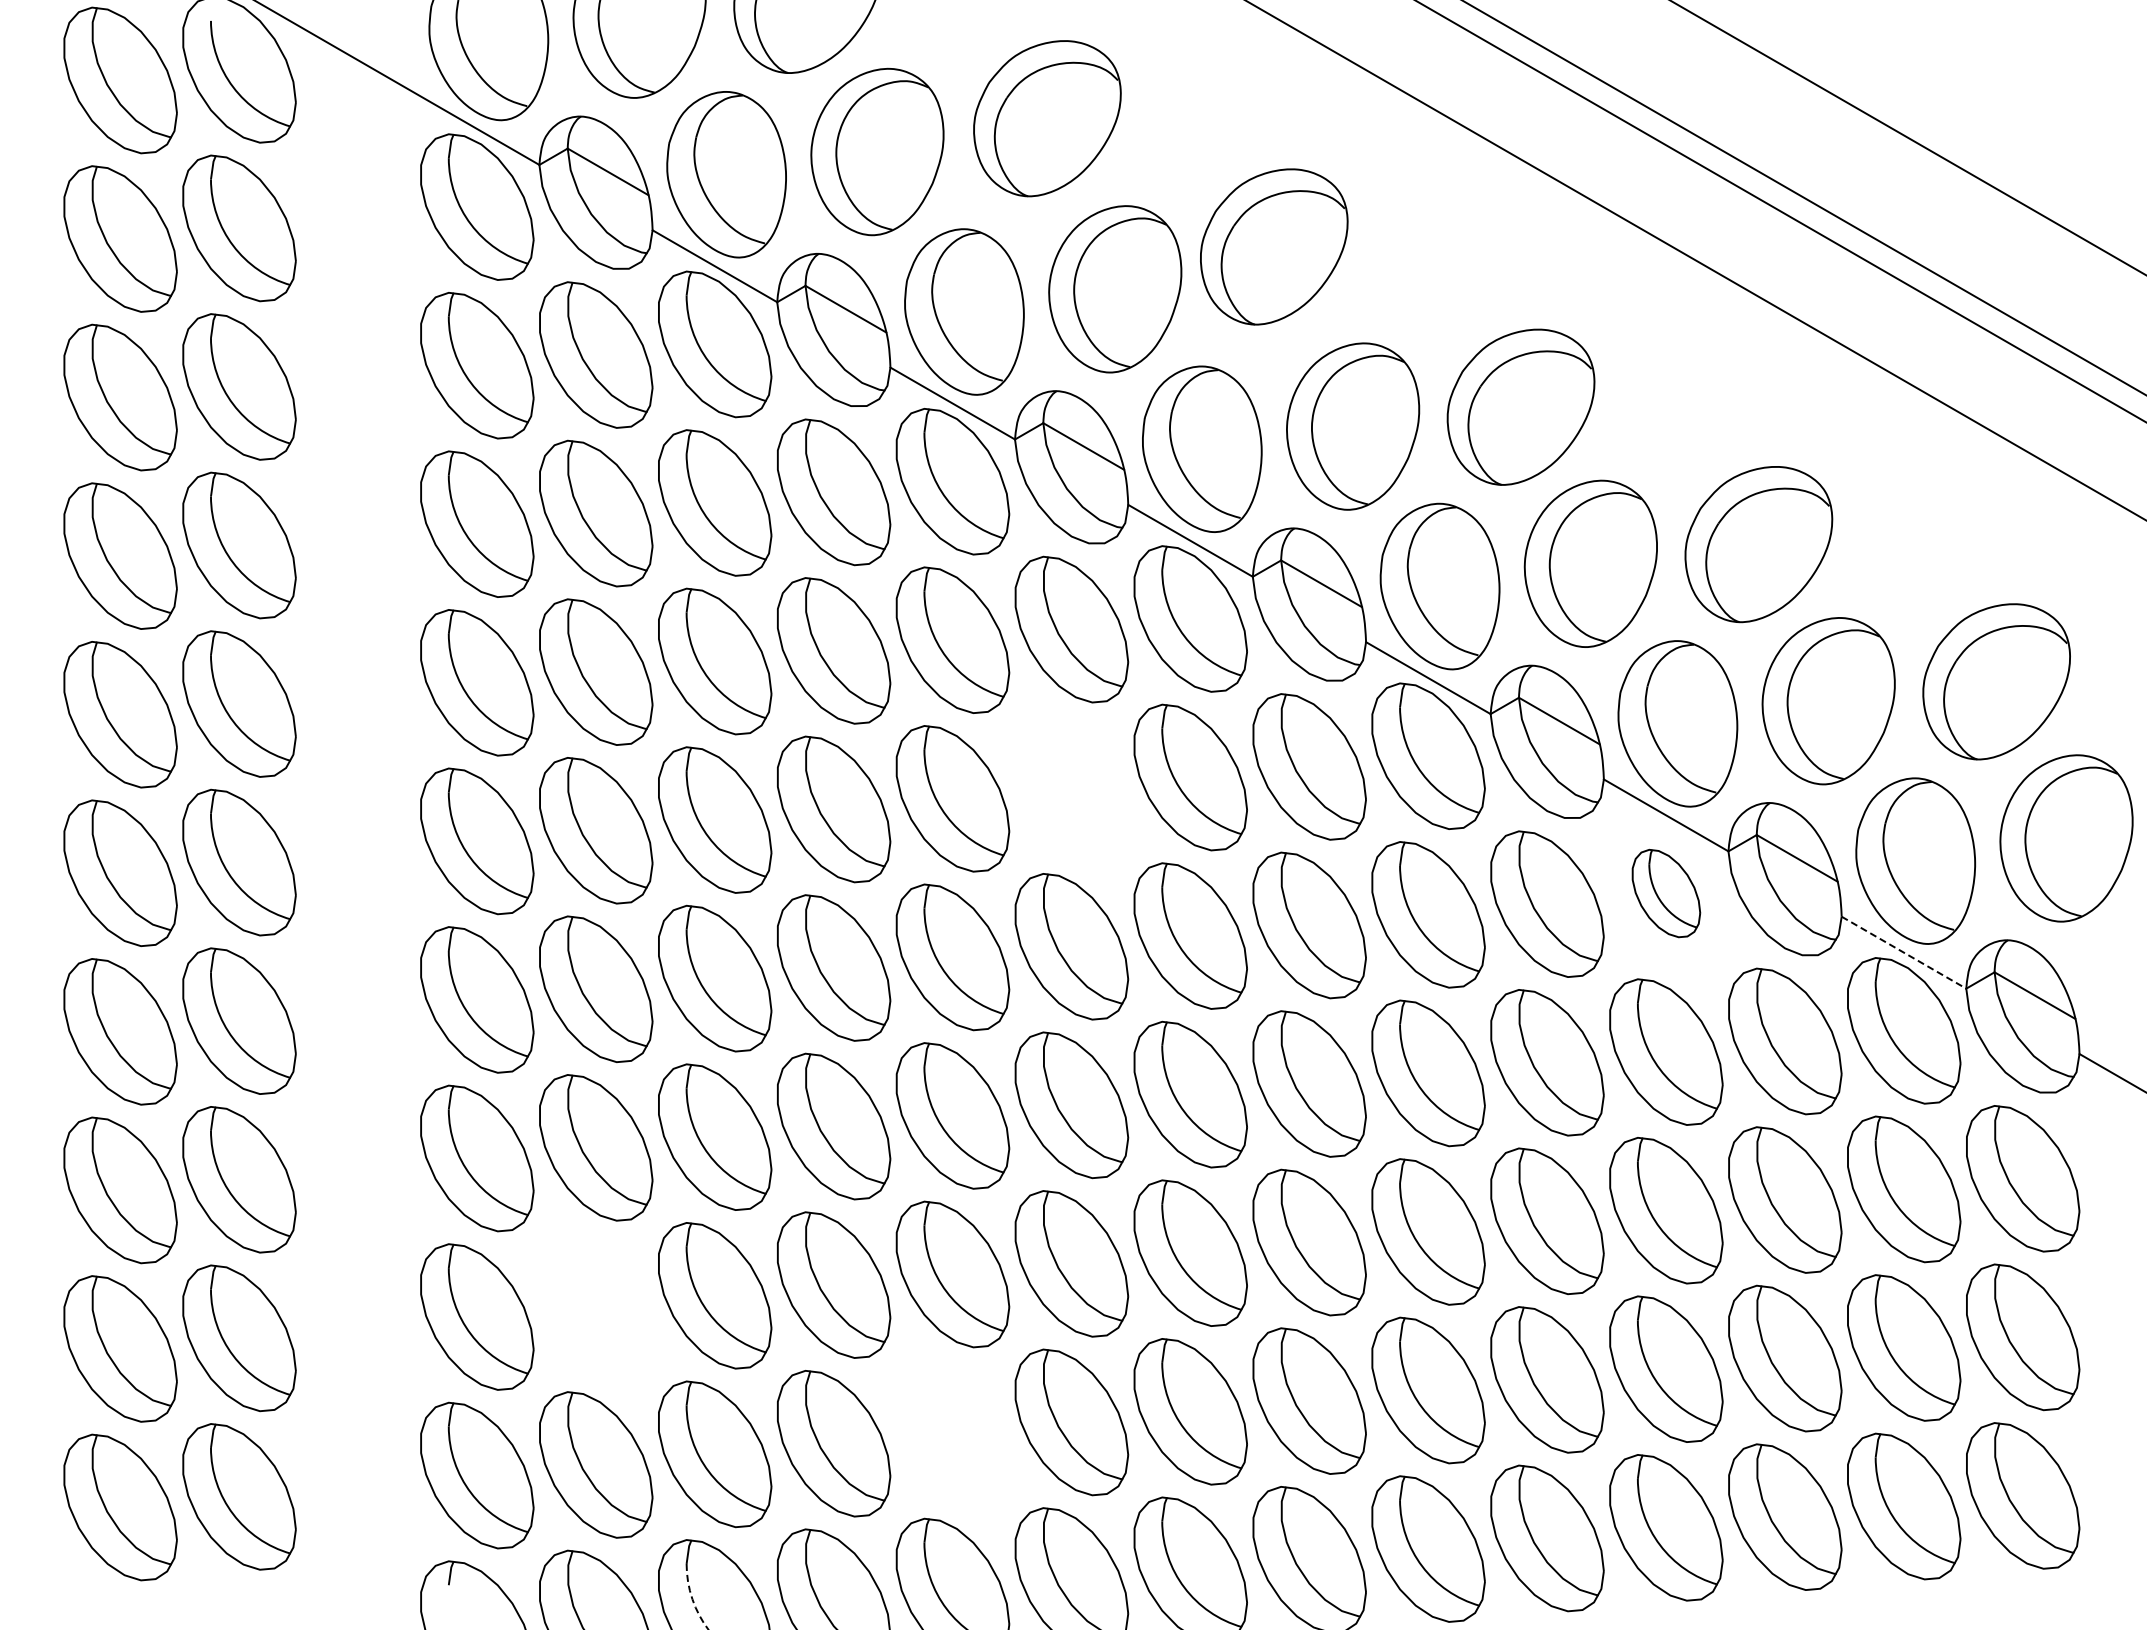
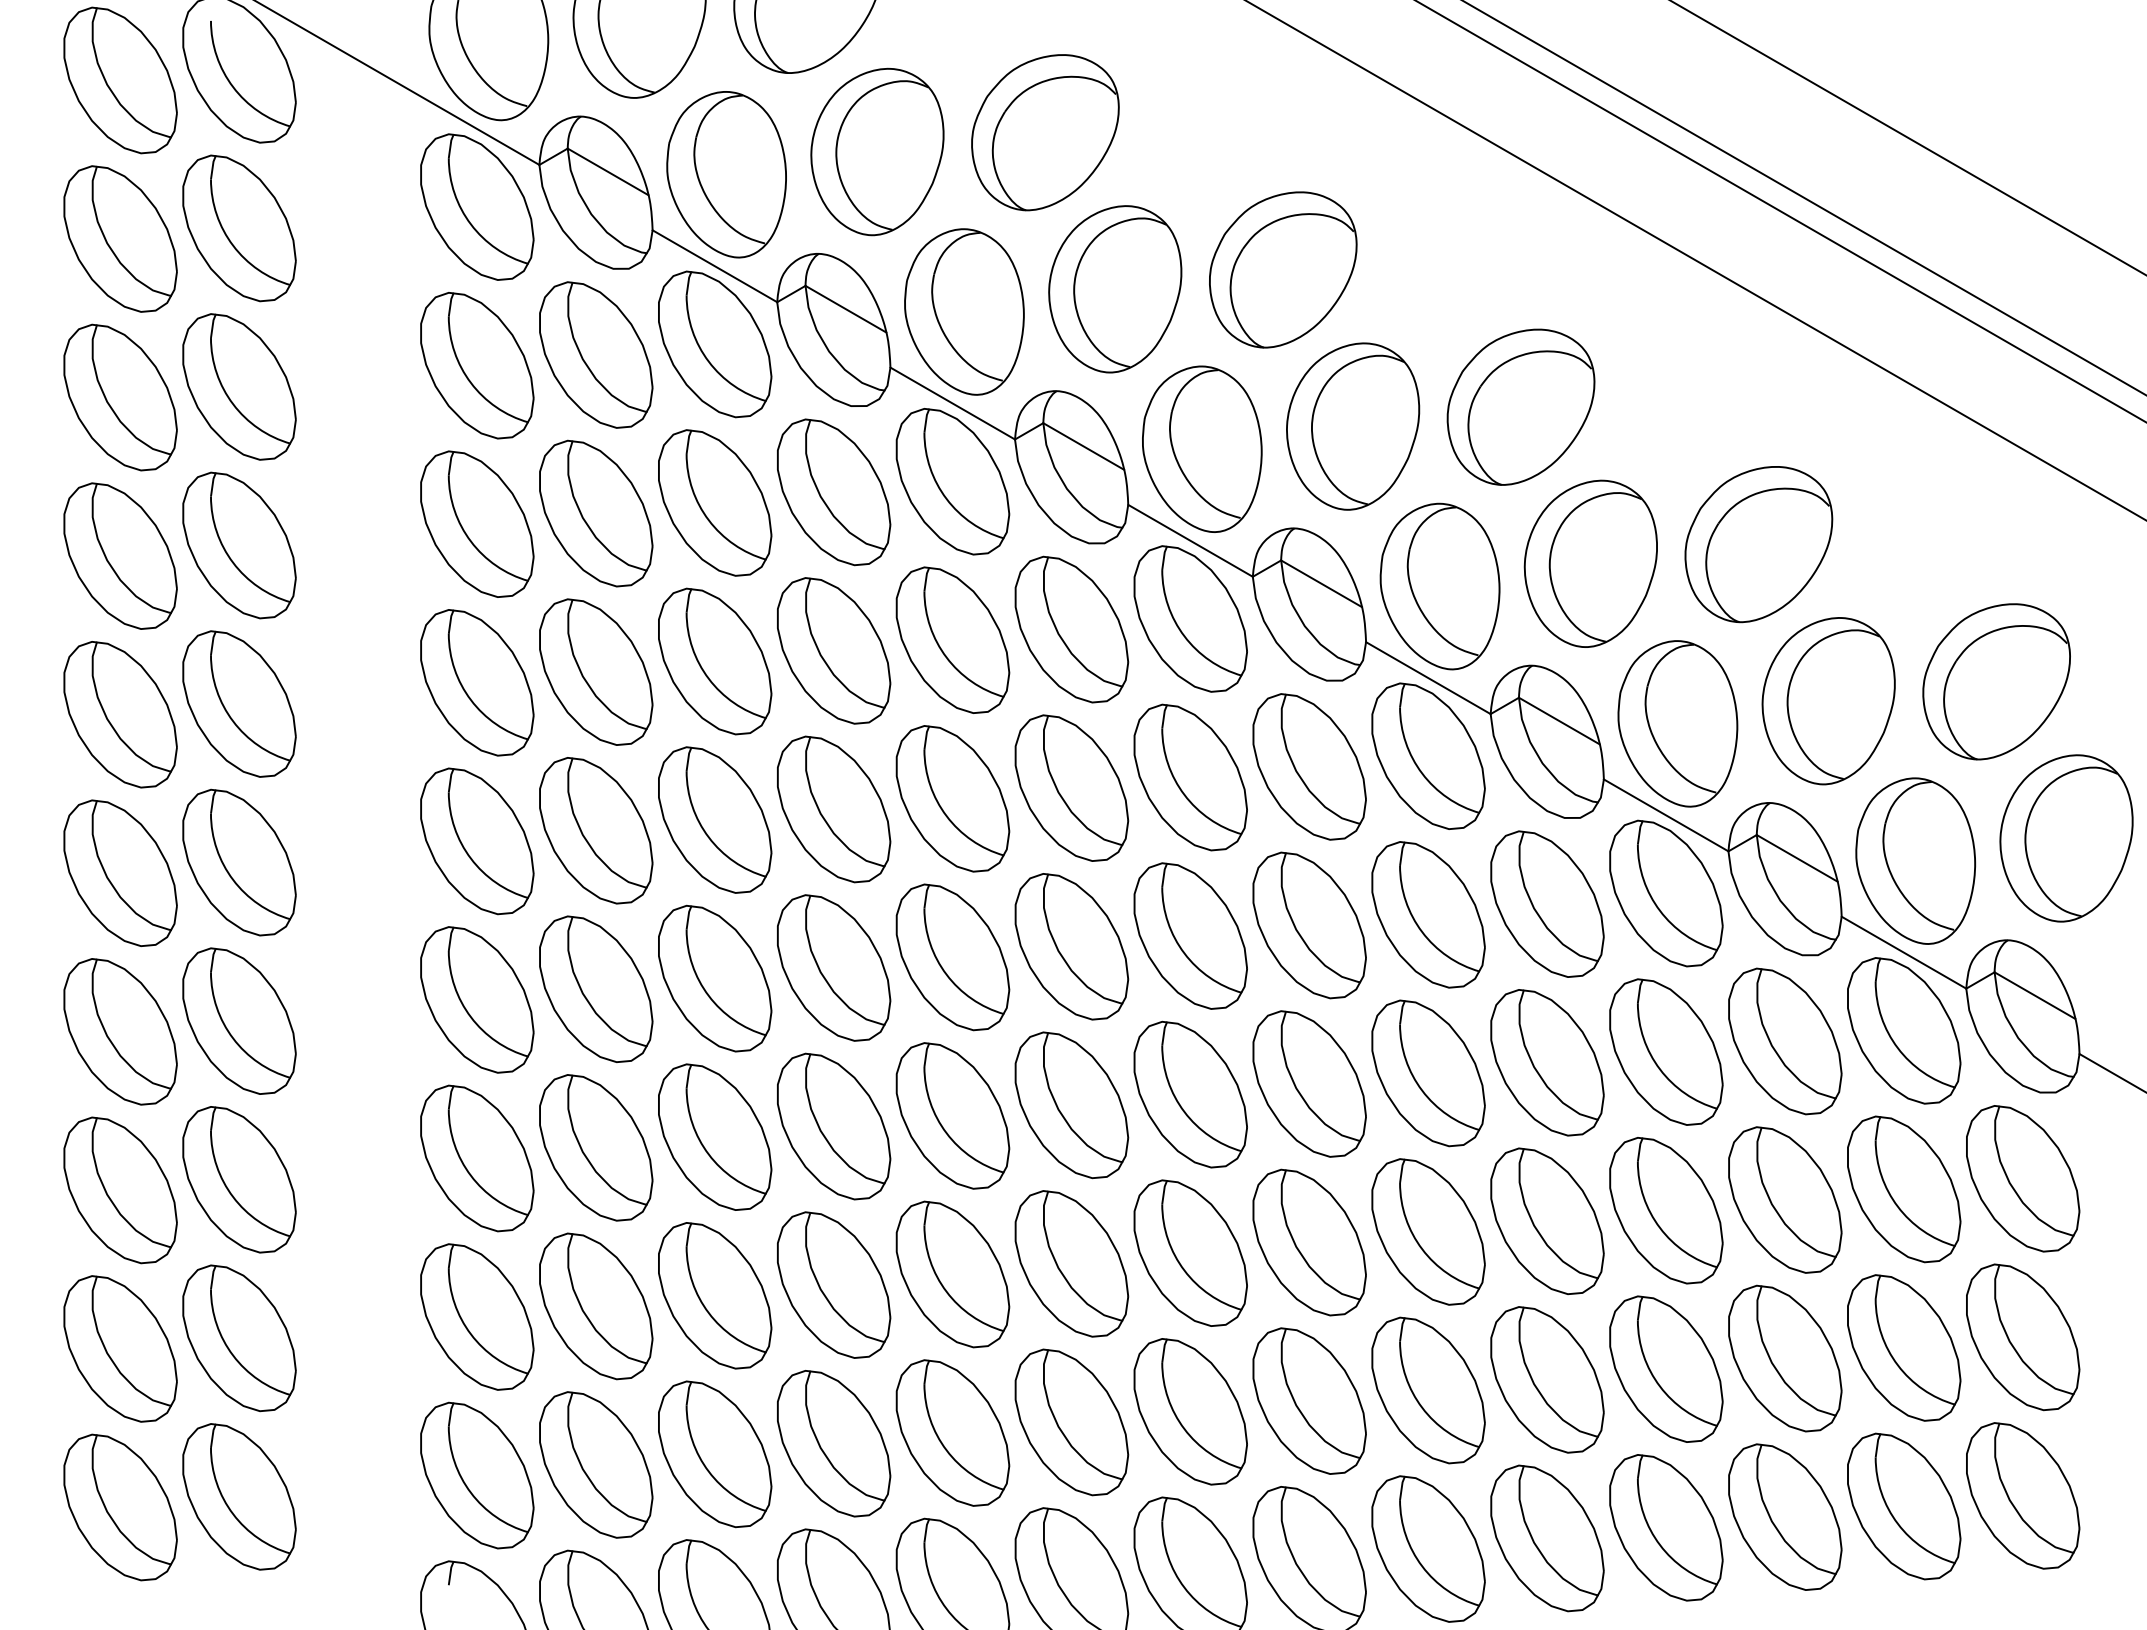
part at (1047, 118) position: (1047, 118) -> (1045, 132)
part at (1274, 246) position: (1274, 246) -> (1283, 269)
part at (1071, 787): none -> present
part at (1666, 893) size: 71x91 px -> 115x149 px
line at (1903, 952): dashed -> solid
part at (596, 1306): none -> present
part at (952, 1432): none -> present
arc at (692, 1598): dashed -> solid
